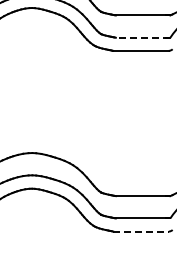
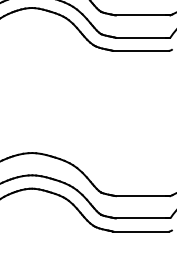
line at (142, 37): dashed -> solid
line at (141, 231): dashed -> solid
